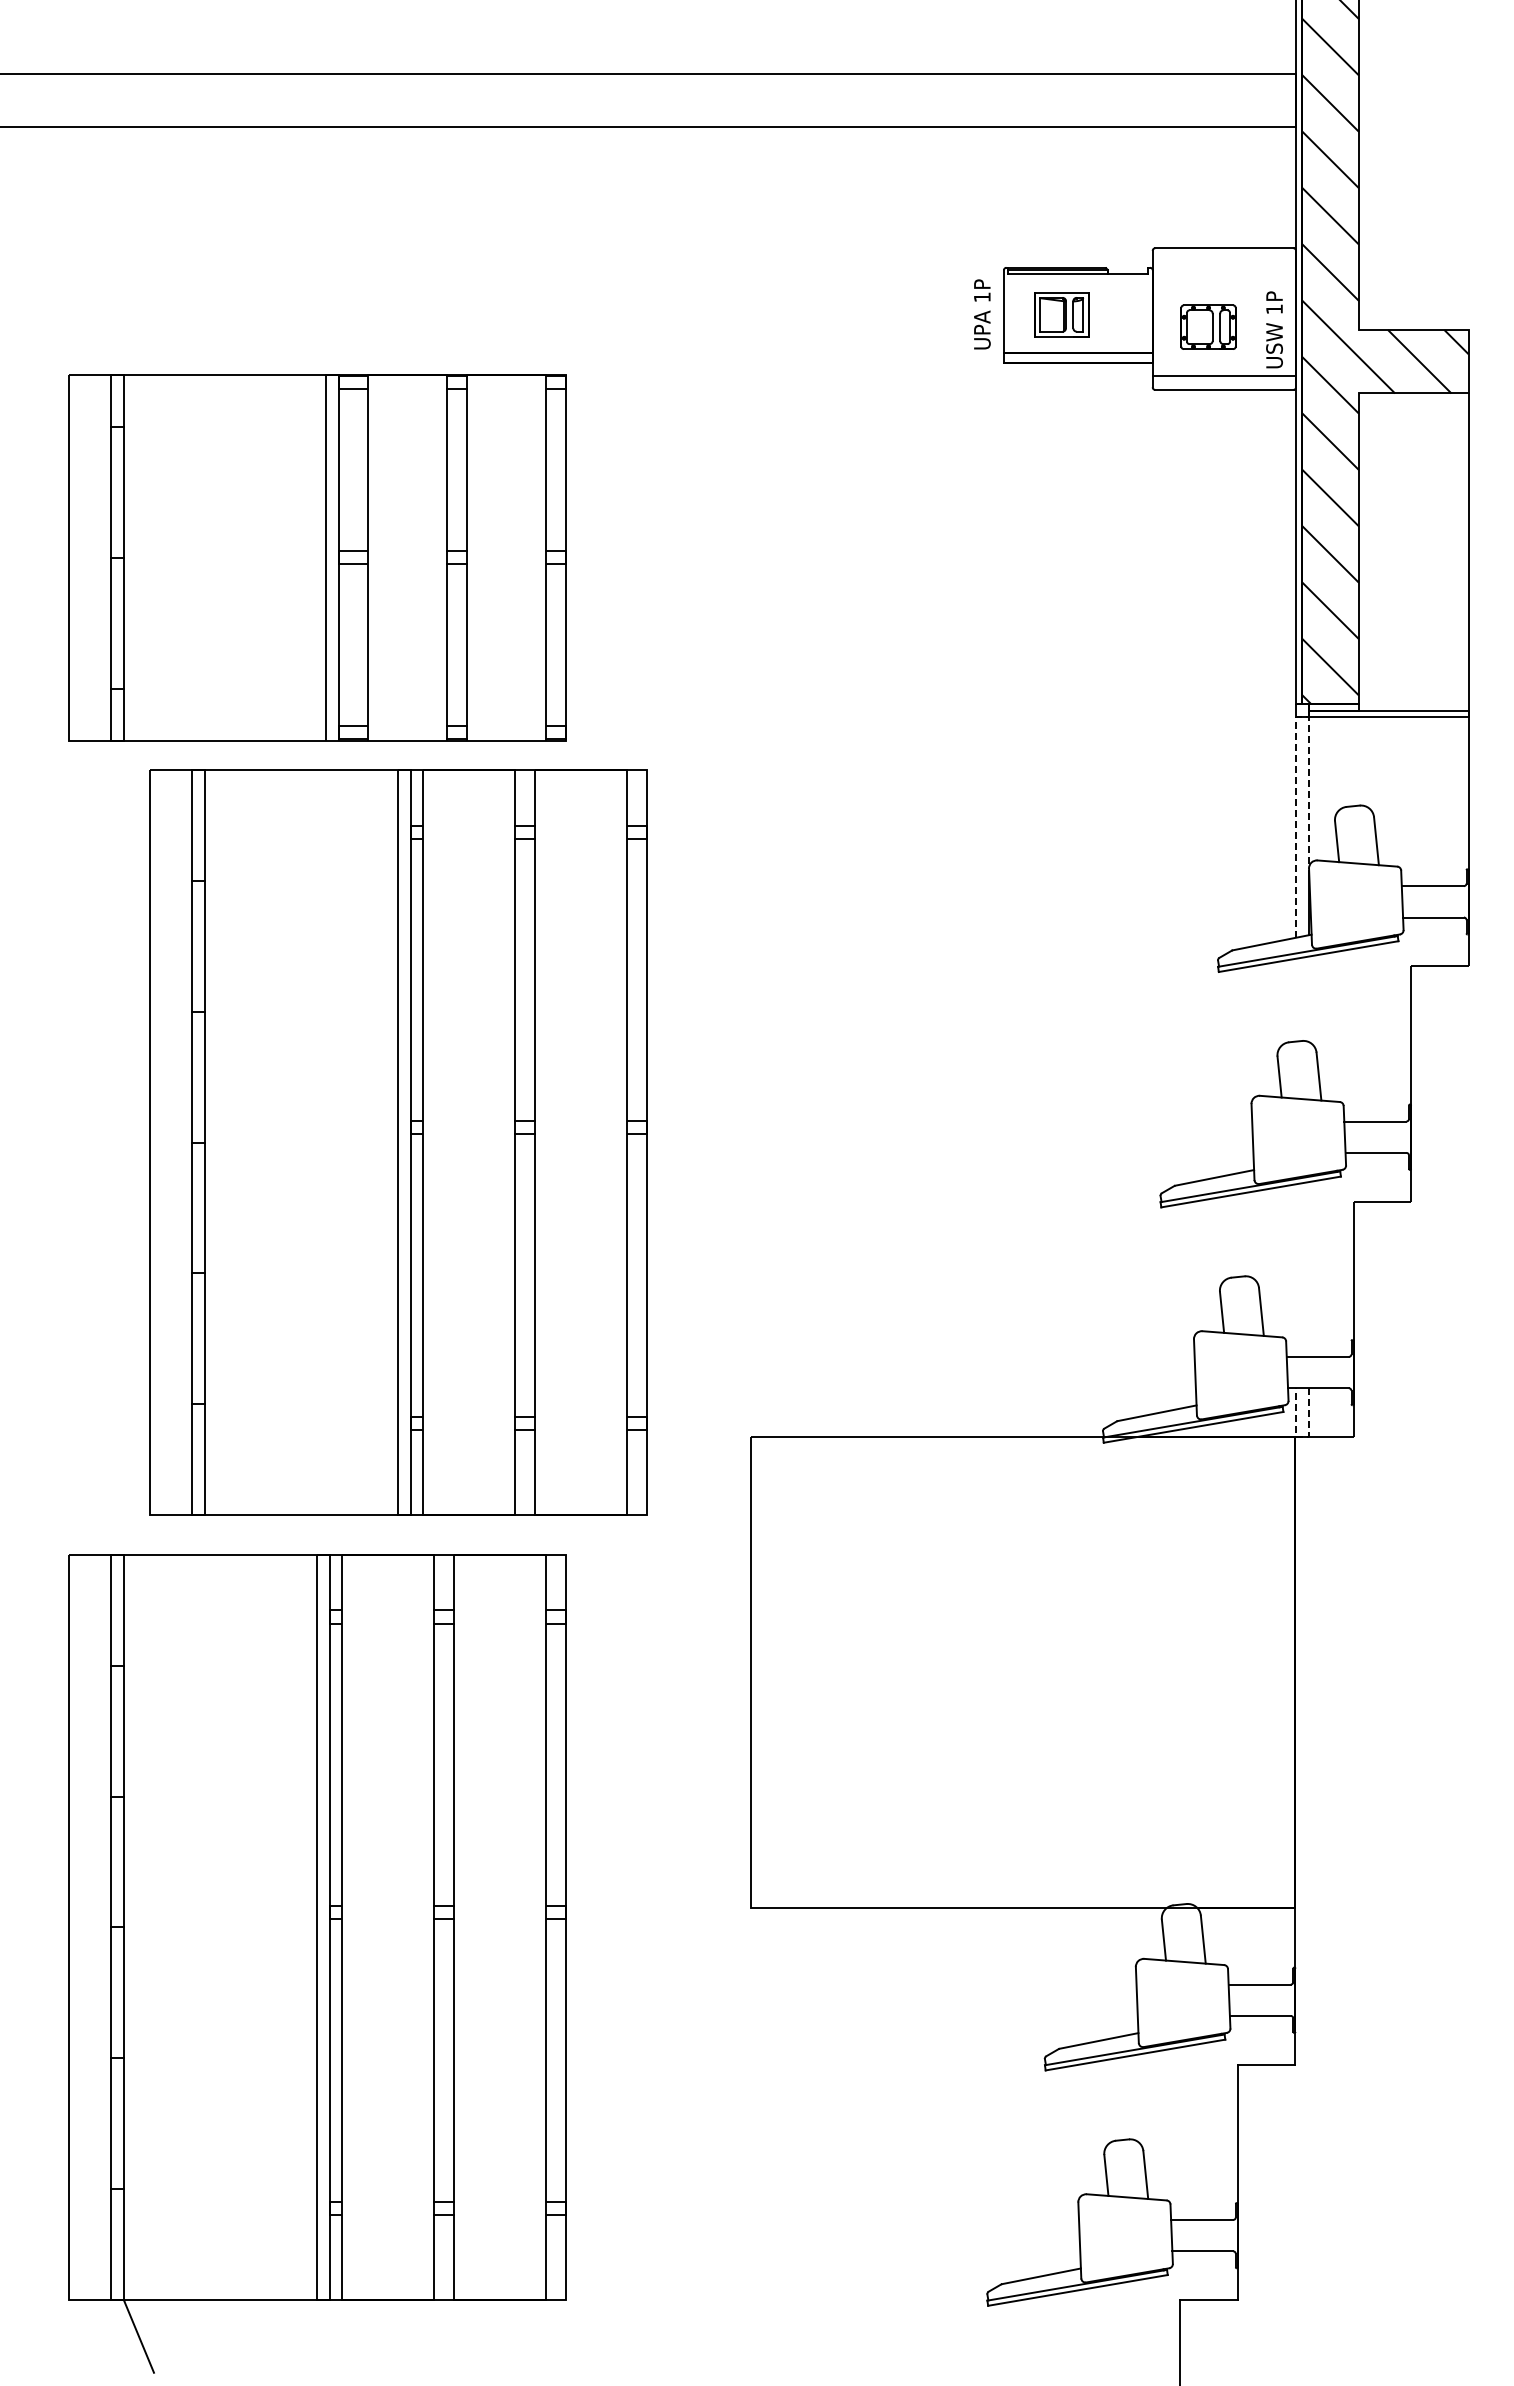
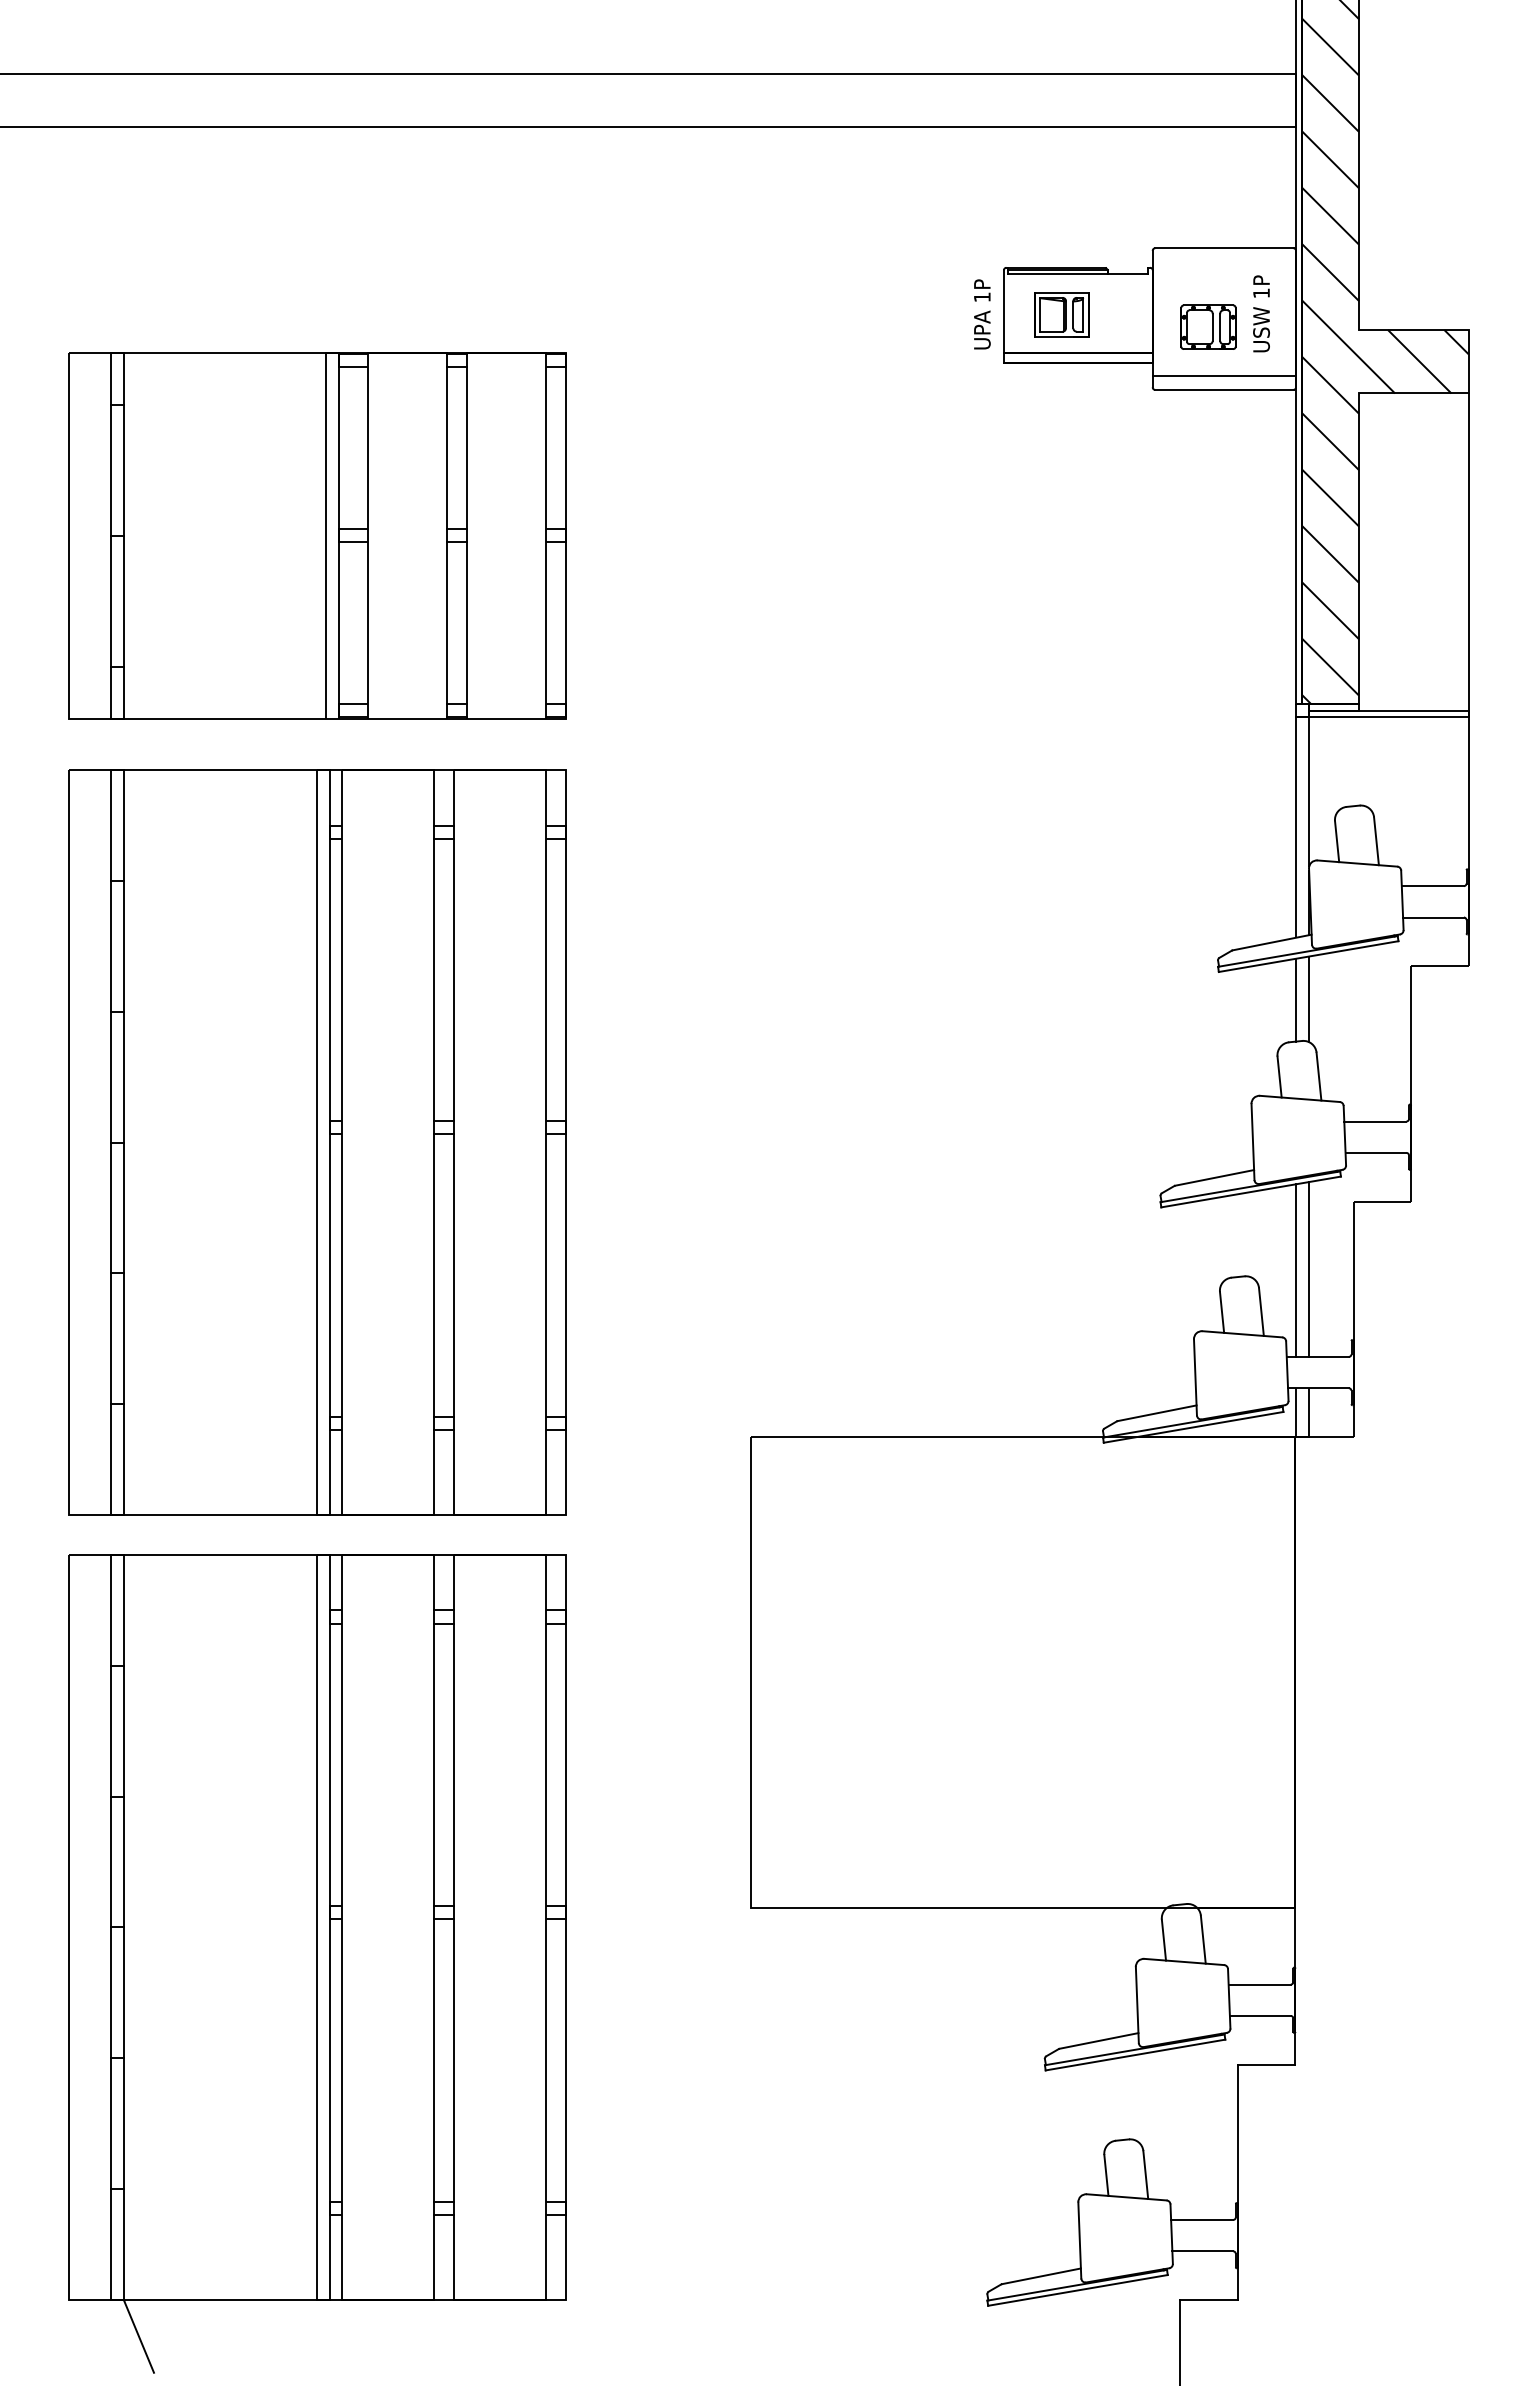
text at (1274, 329) position: (1274, 329) -> (1261, 313)
part at (317, 557) position: (317, 557) -> (317, 535)
line at (1296, 744): dashed -> solid
line at (1296, 999): none -> present
line at (1309, 999): none -> present
part at (398, 1142) position: (398, 1142) -> (317, 1142)
line at (1309, 1269): none -> present
line at (1296, 1270): none -> present
line at (1302, 1436): dashed -> solid
